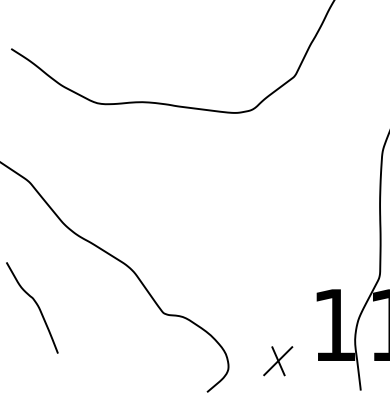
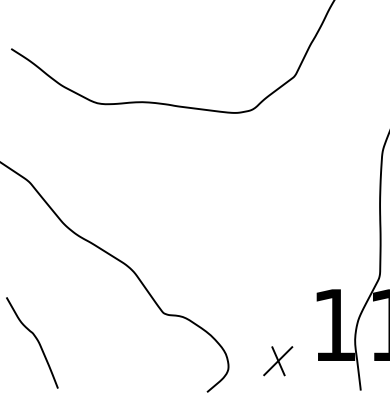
curve at (36, 305) position: (36, 305) -> (36, 340)
